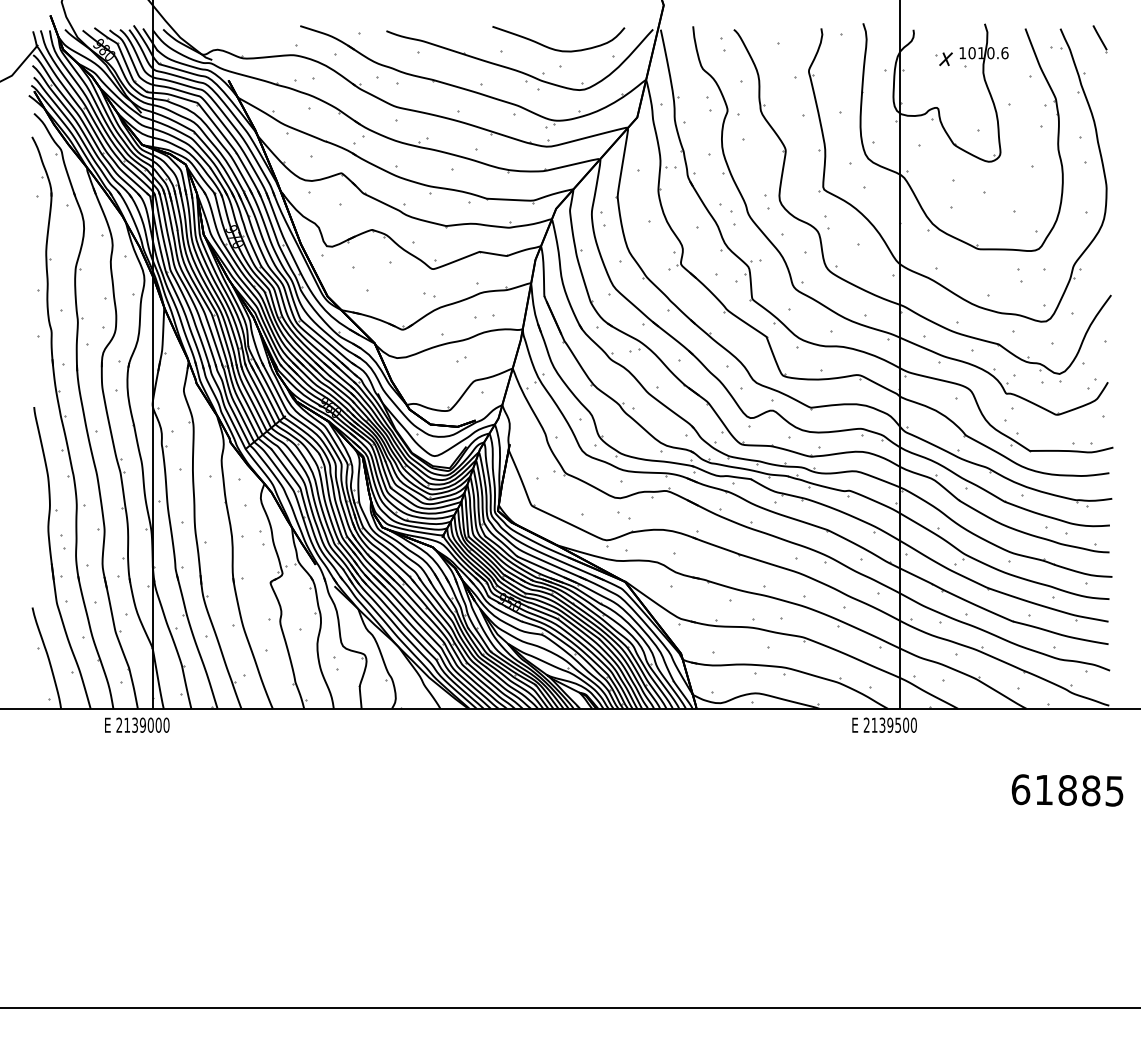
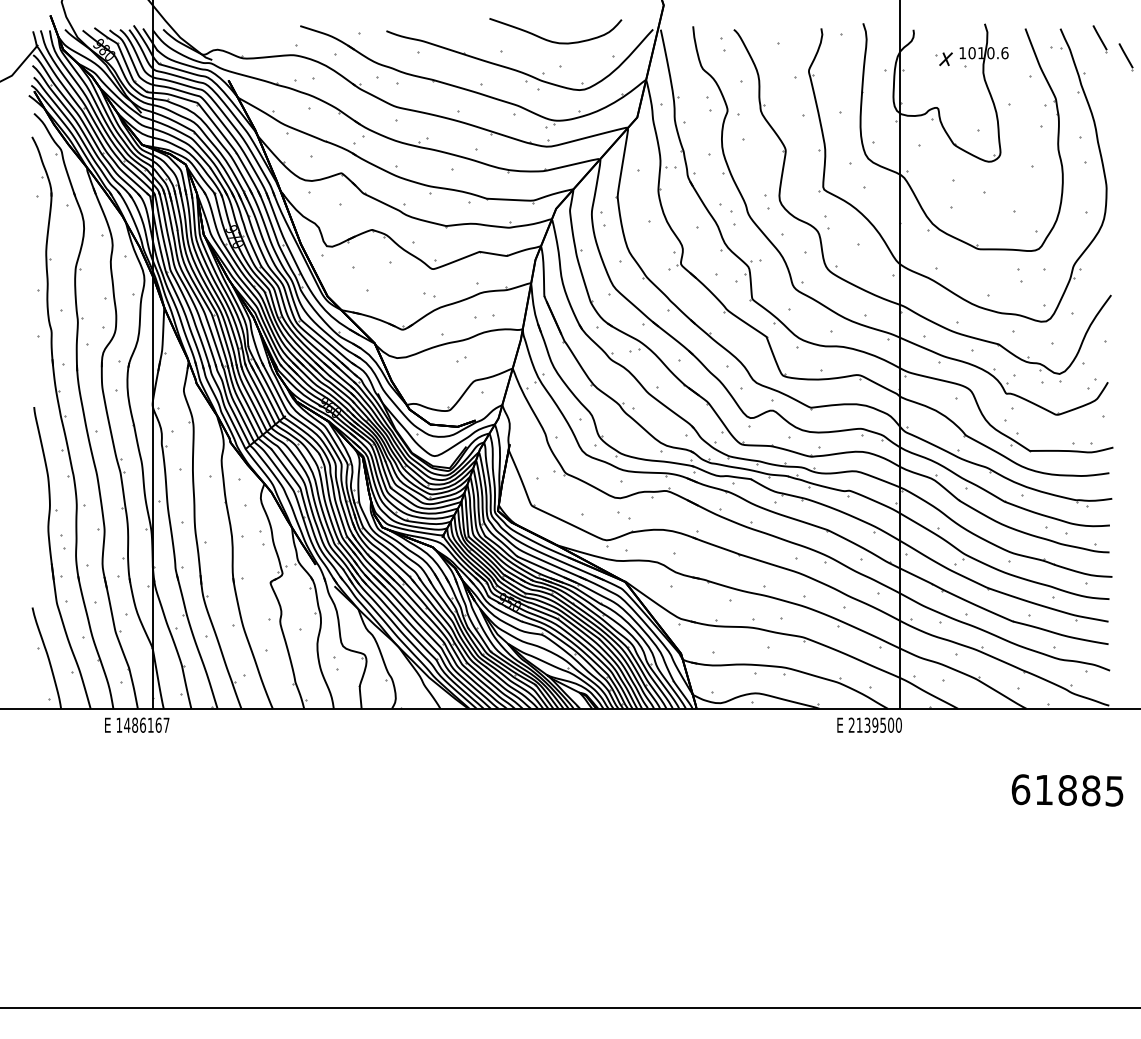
curve at (554, 48) position: (554, 48) -> (551, 40)
part at (1125, 57): none -> present
text at (142, 724): 2139000 -> 1486167
text at (884, 724) position: (884, 724) -> (869, 724)
